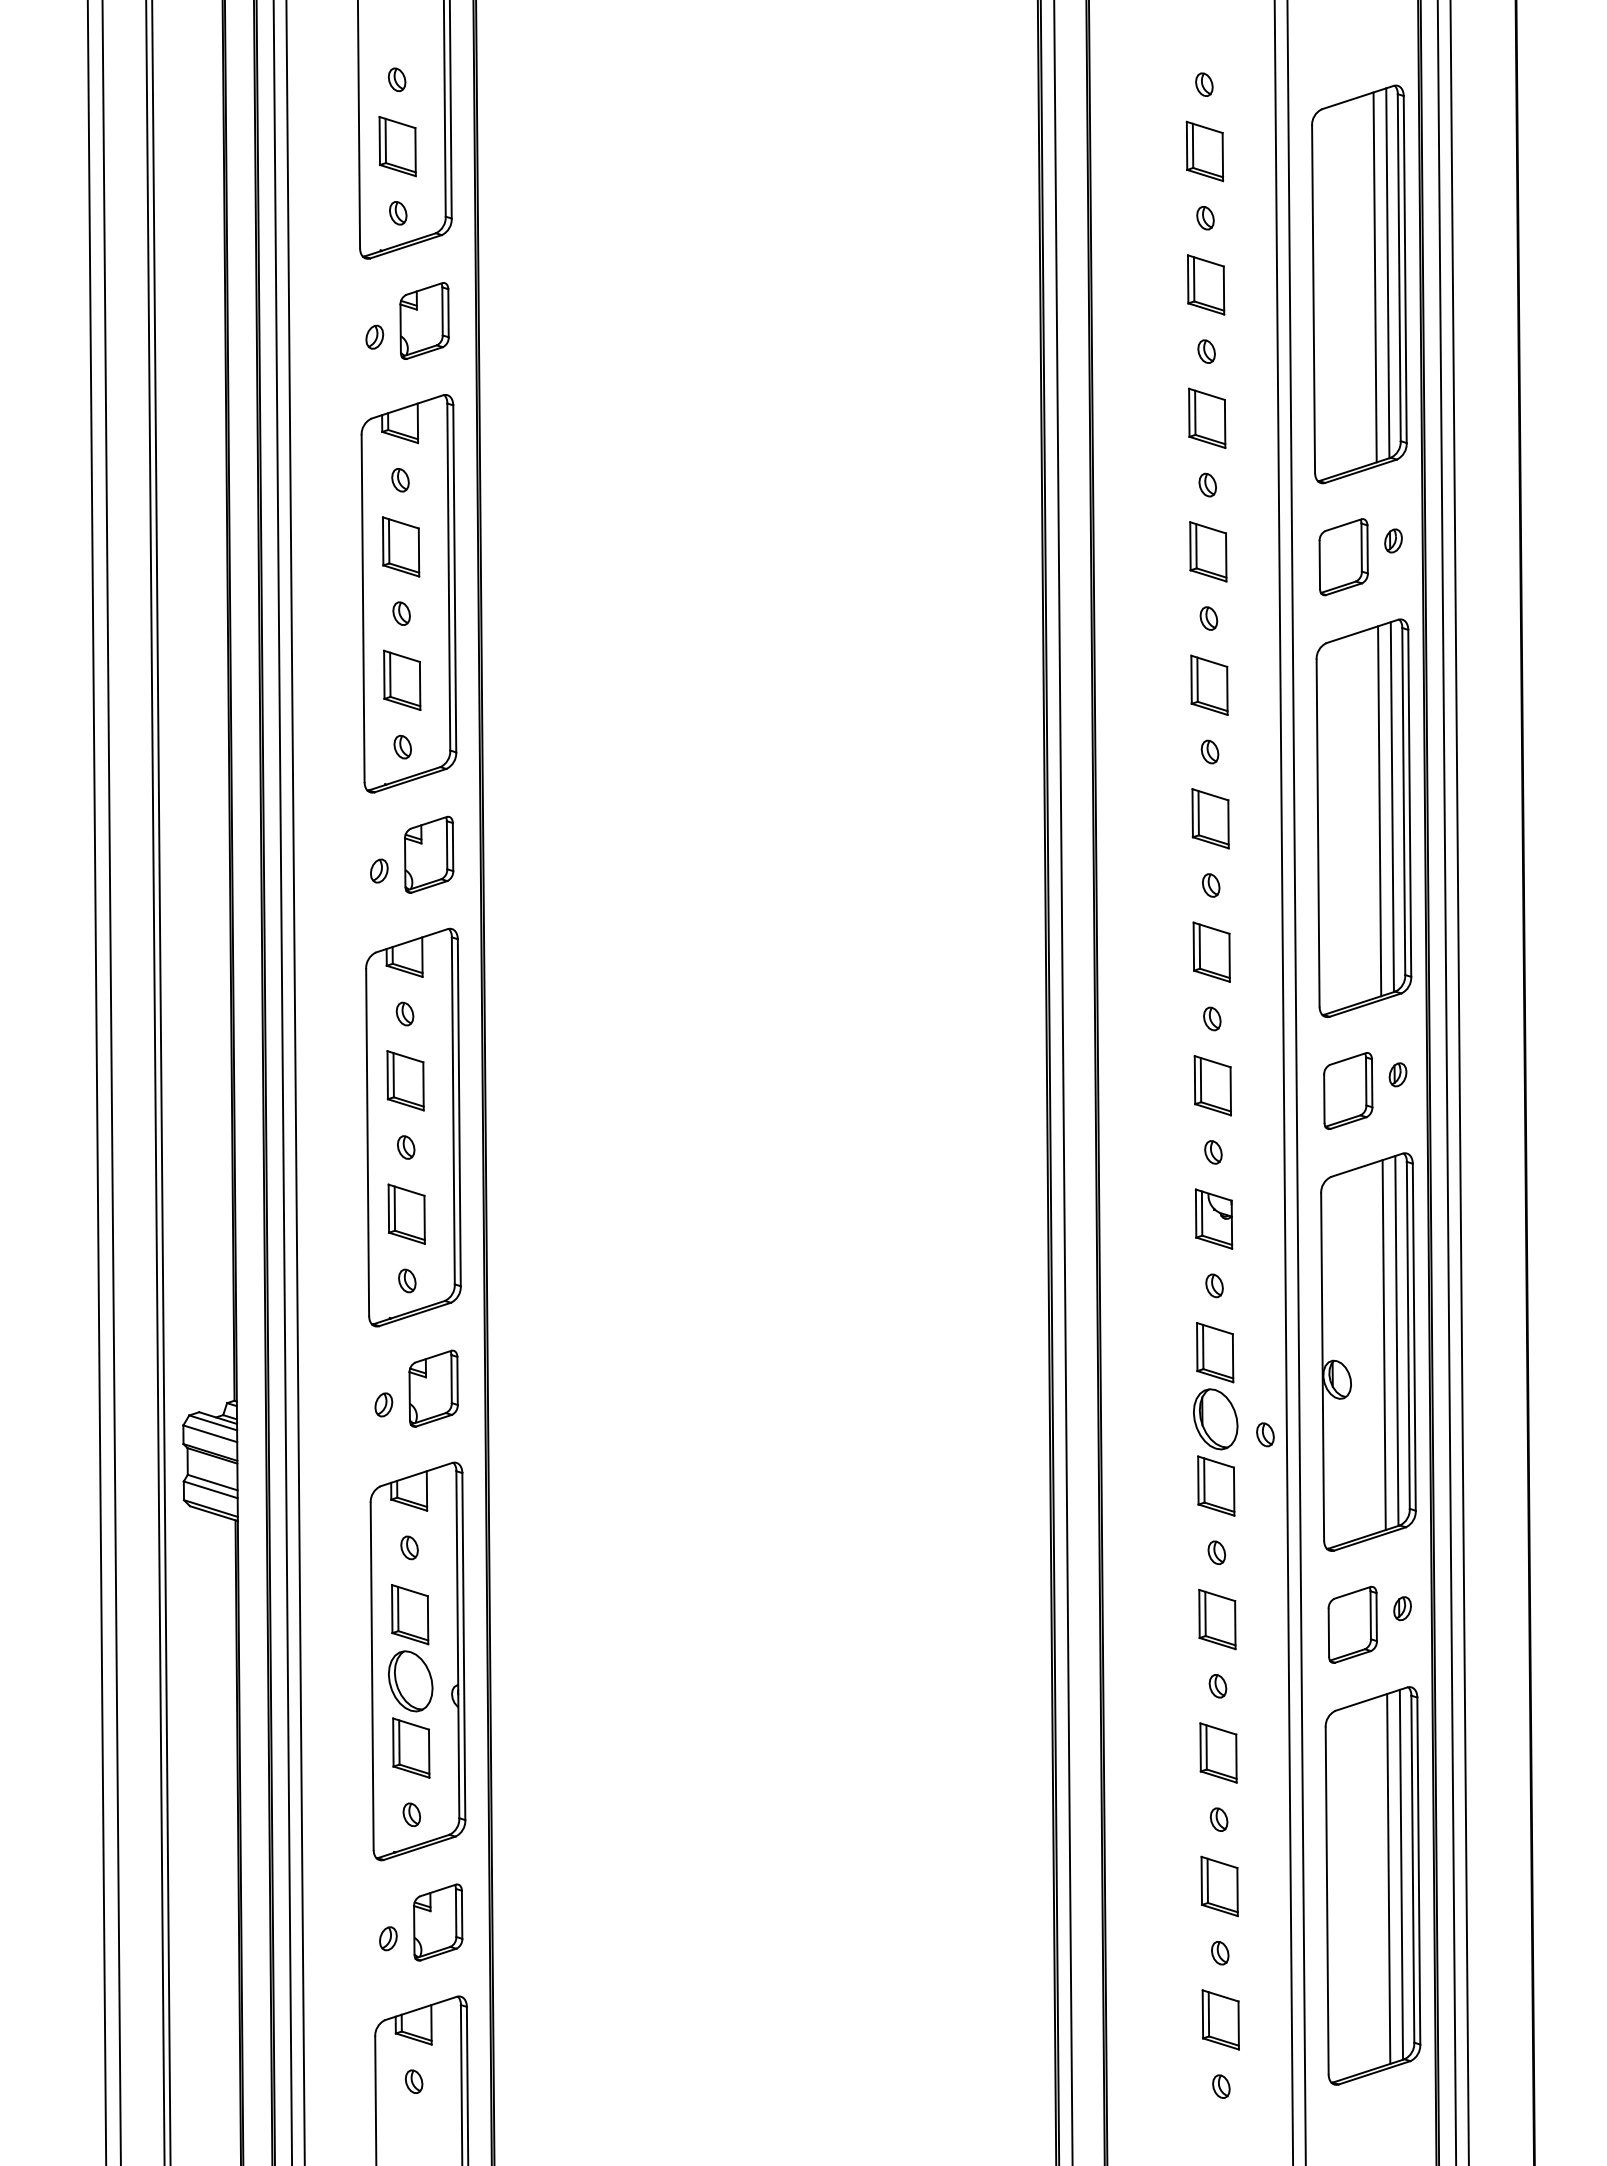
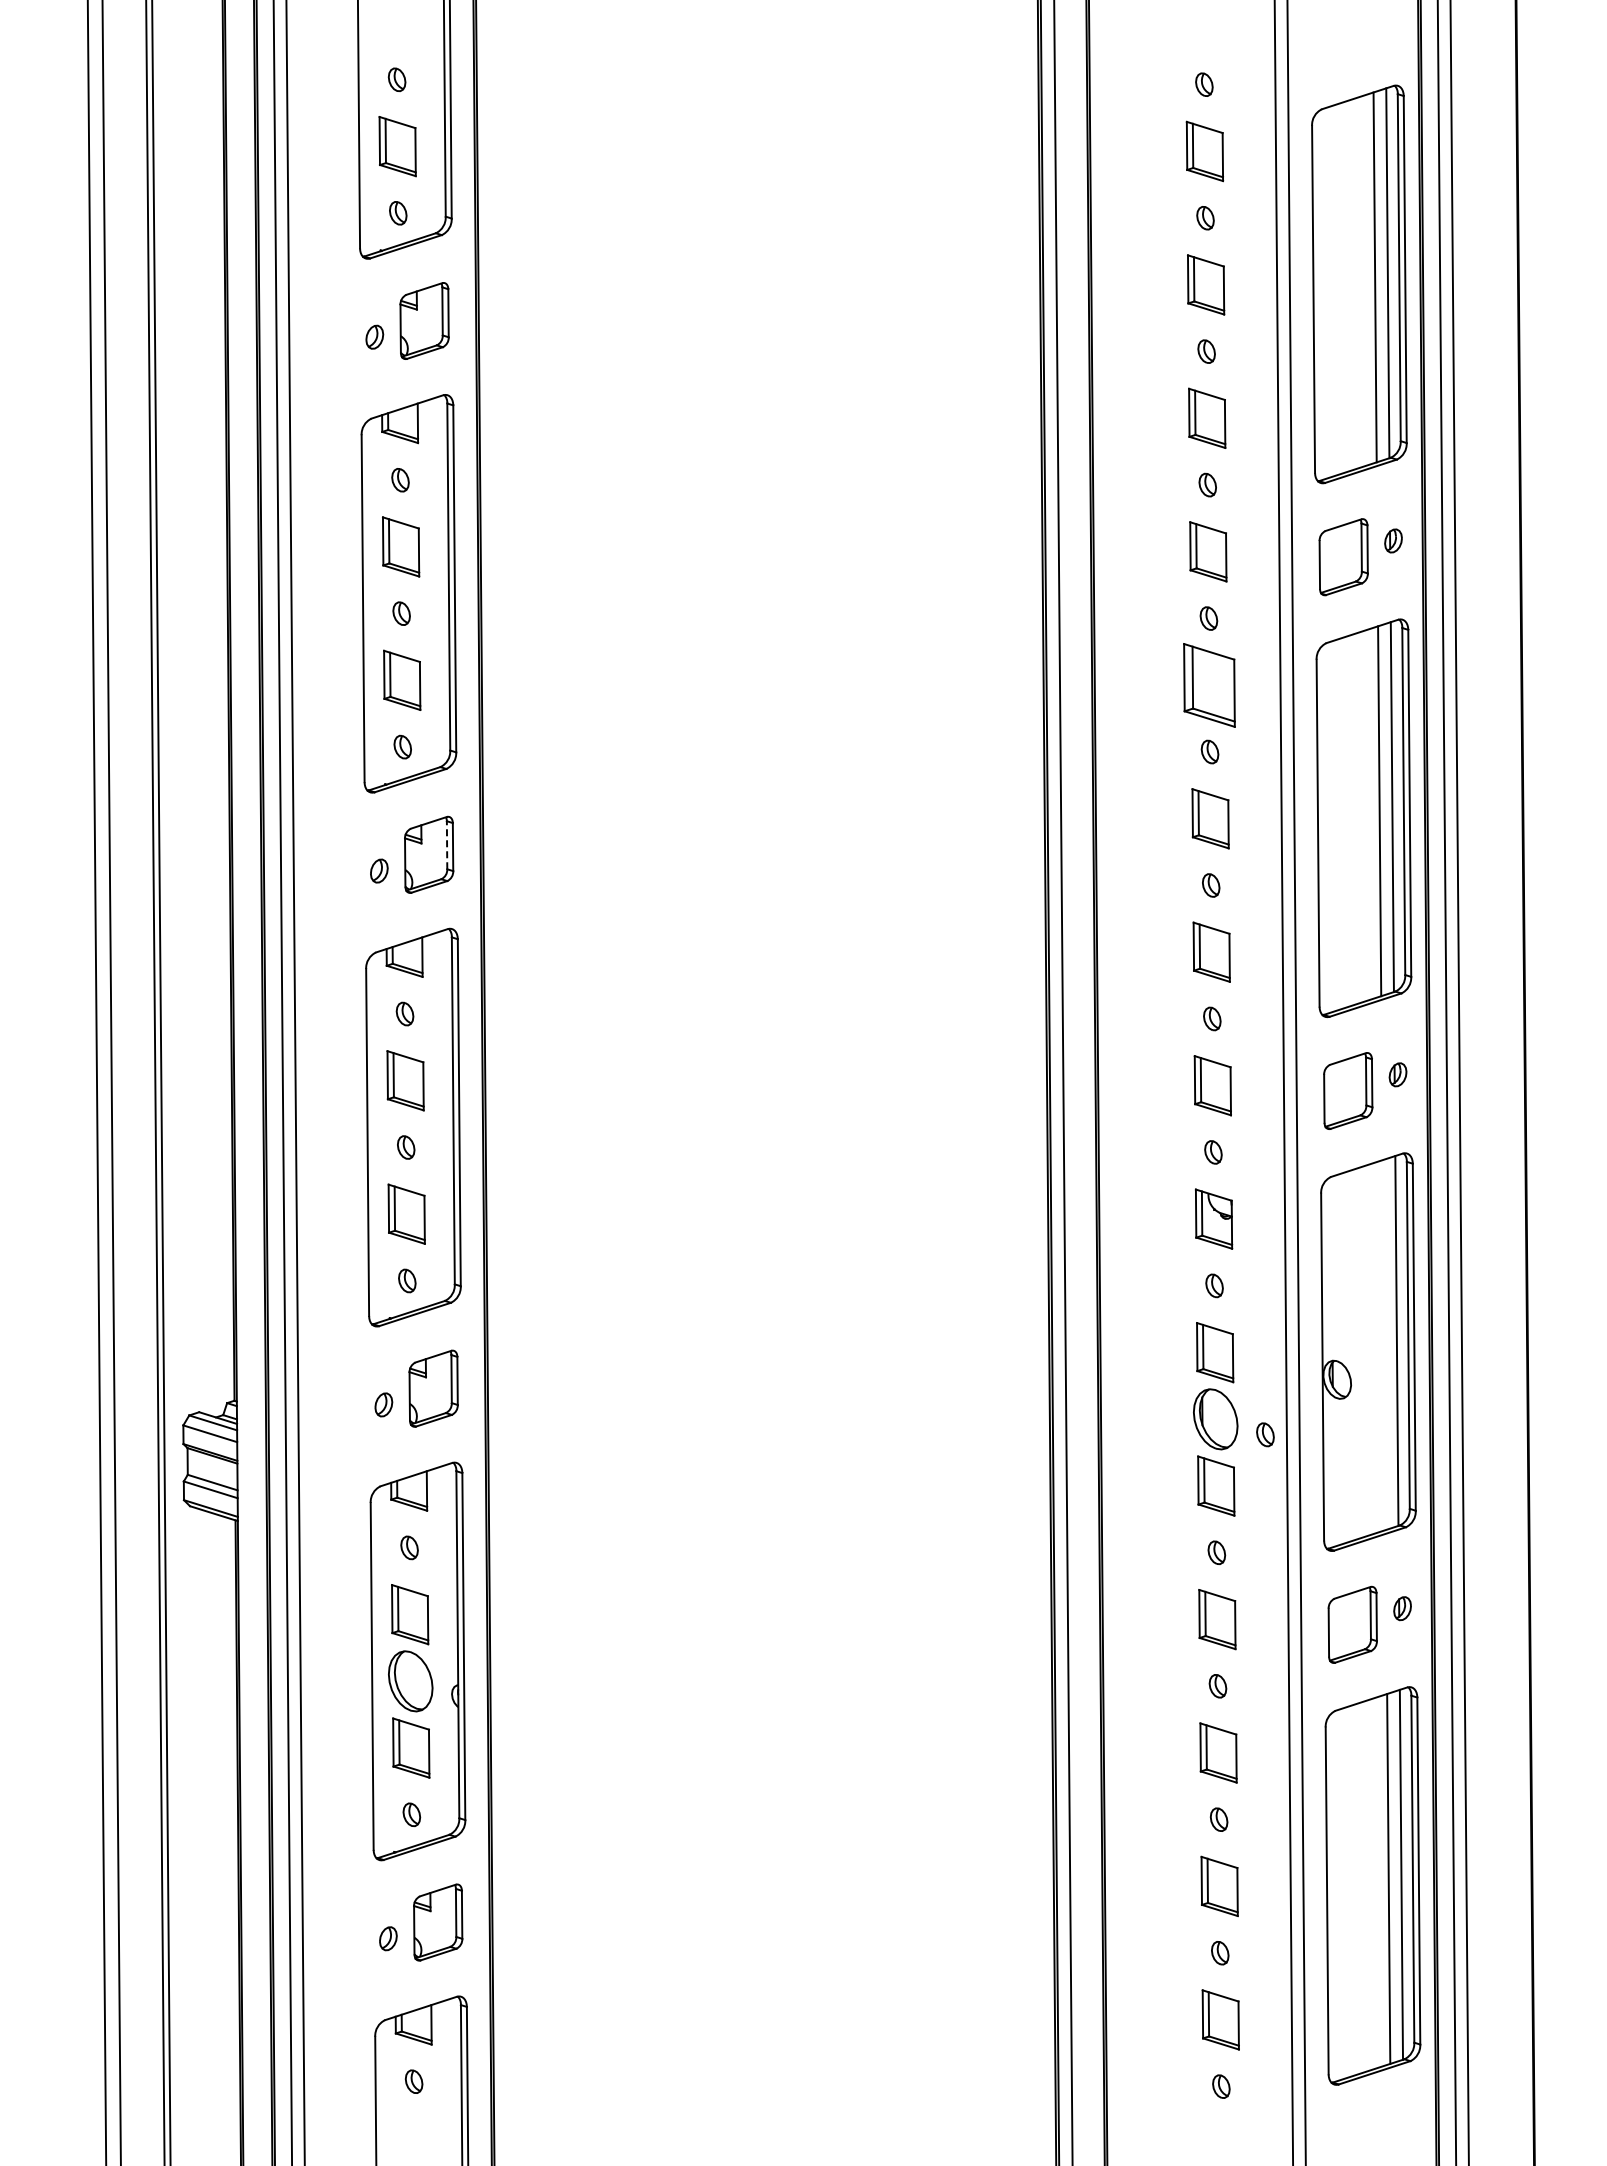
part at (1209, 684) size: 39x62 px -> 53x85 px
line at (447, 844): solid -> dashed
line at (1383, 1345): present -> none
